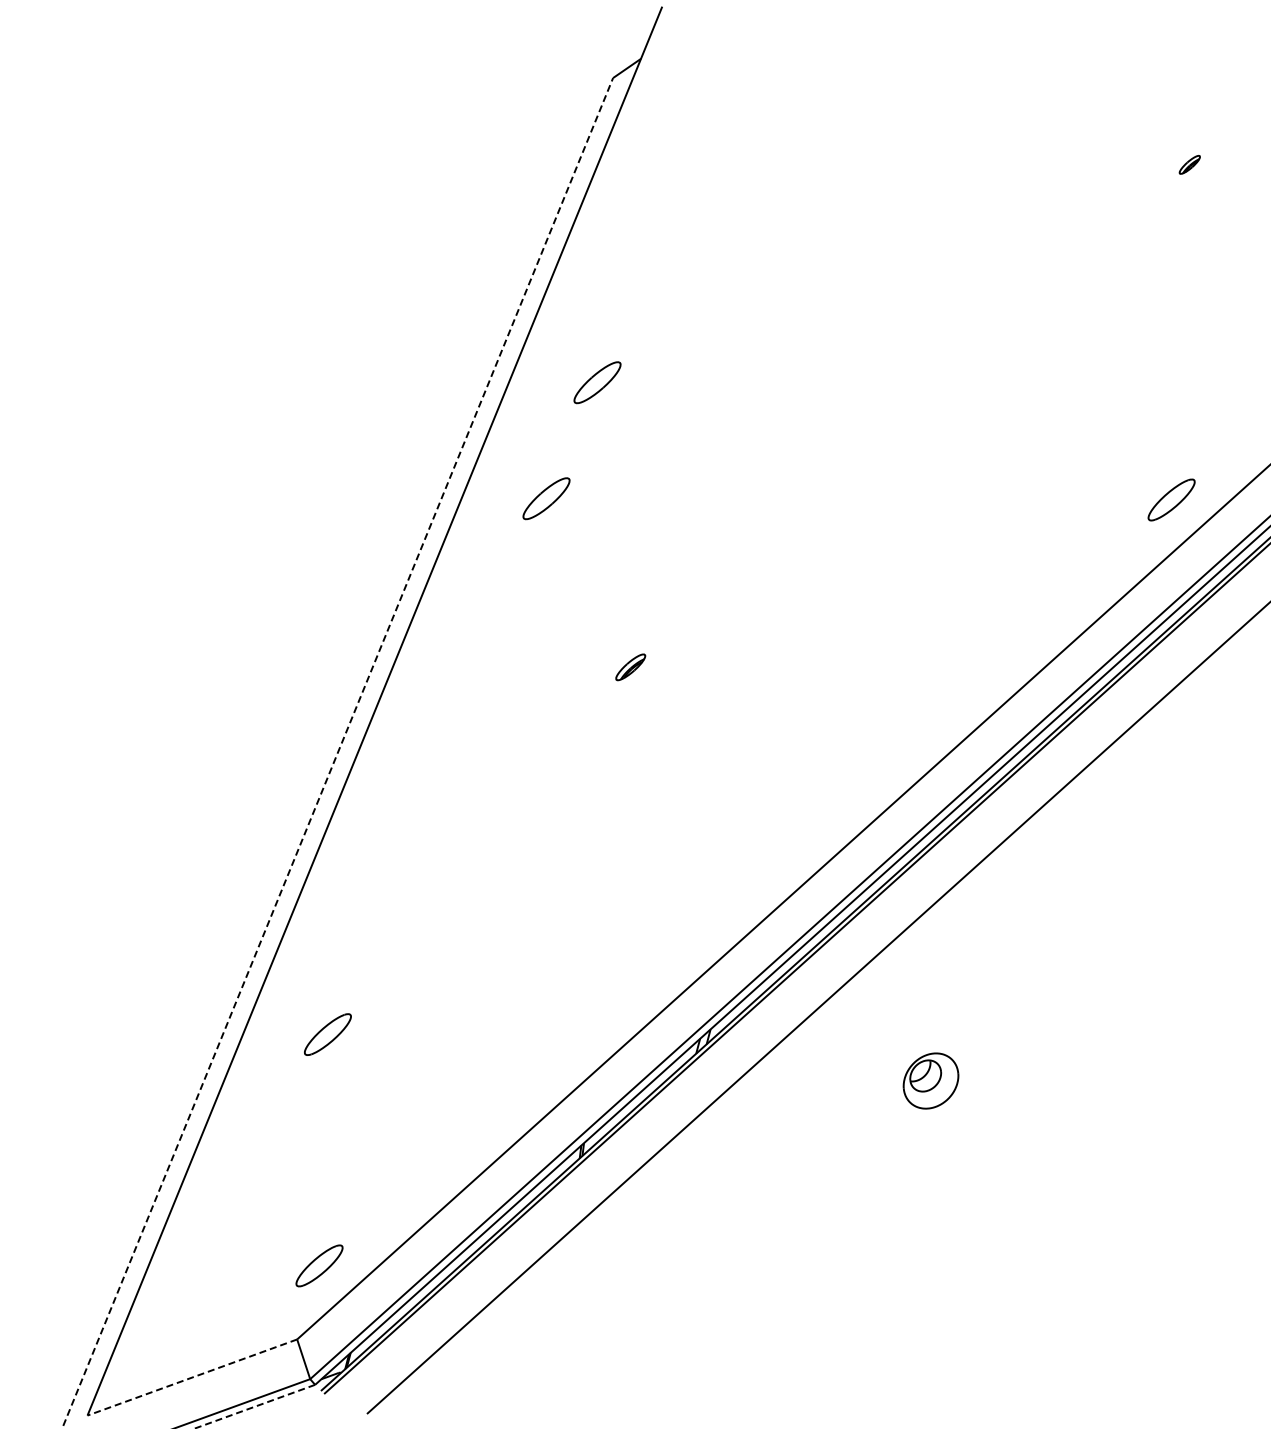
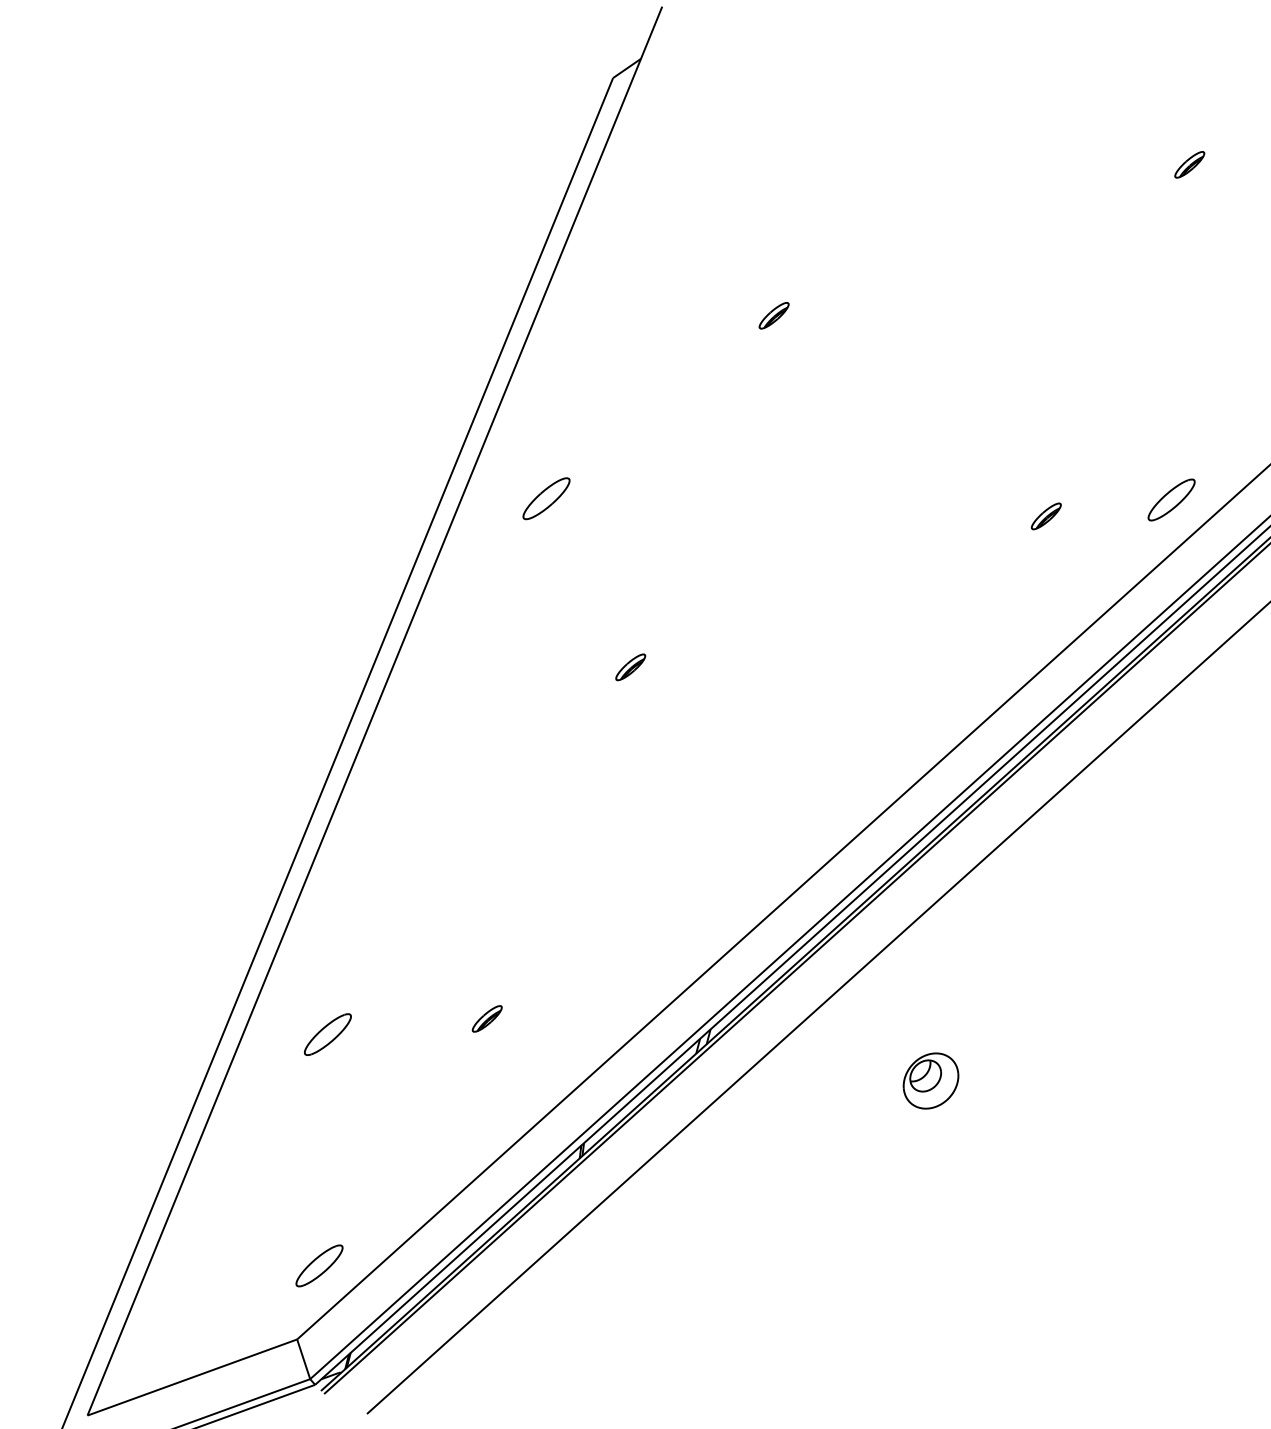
part at (1189, 164) size: 23x20 px -> 32x28 px
part at (773, 315): none -> present
part at (597, 382): present -> none
part at (1045, 516): none -> present
line at (337, 752): dashed -> solid
part at (486, 1018): none -> present
line at (192, 1377): dashed -> solid
line at (254, 1406): dashed -> solid
